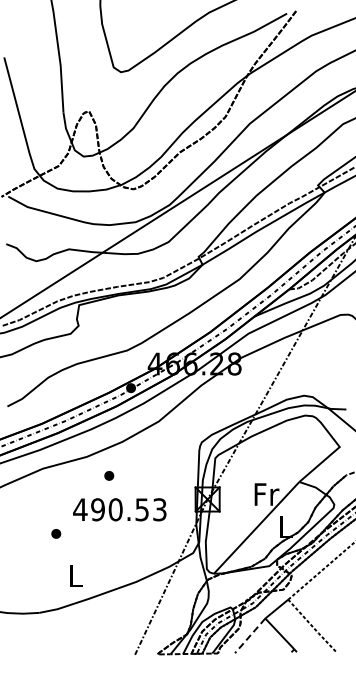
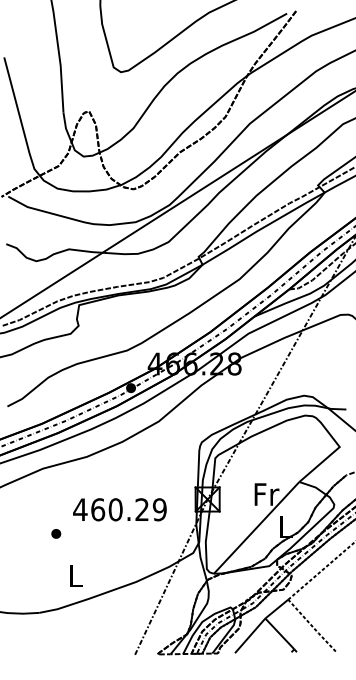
part at (109, 475): present -> none
text at (128, 509): 490.53 -> 460.29
line at (249, 636): dashed -> solid
